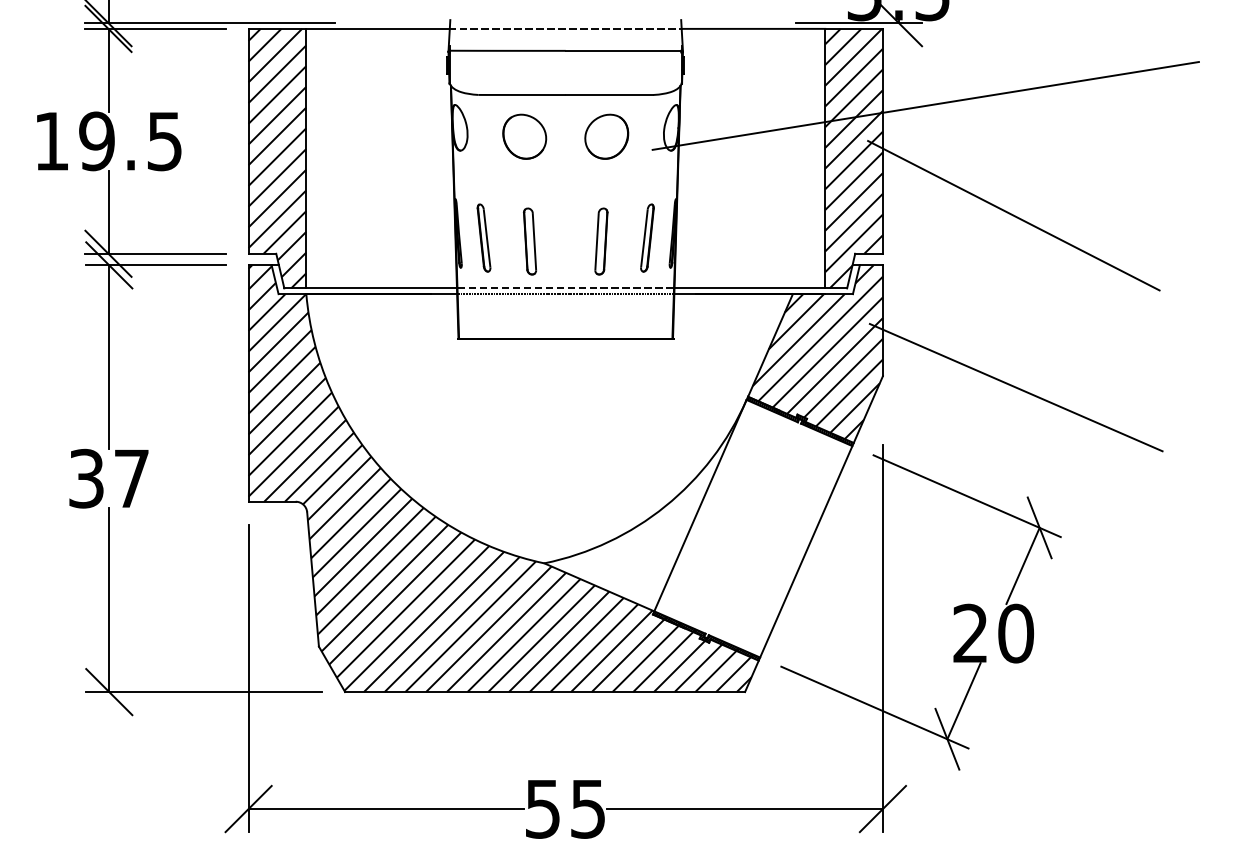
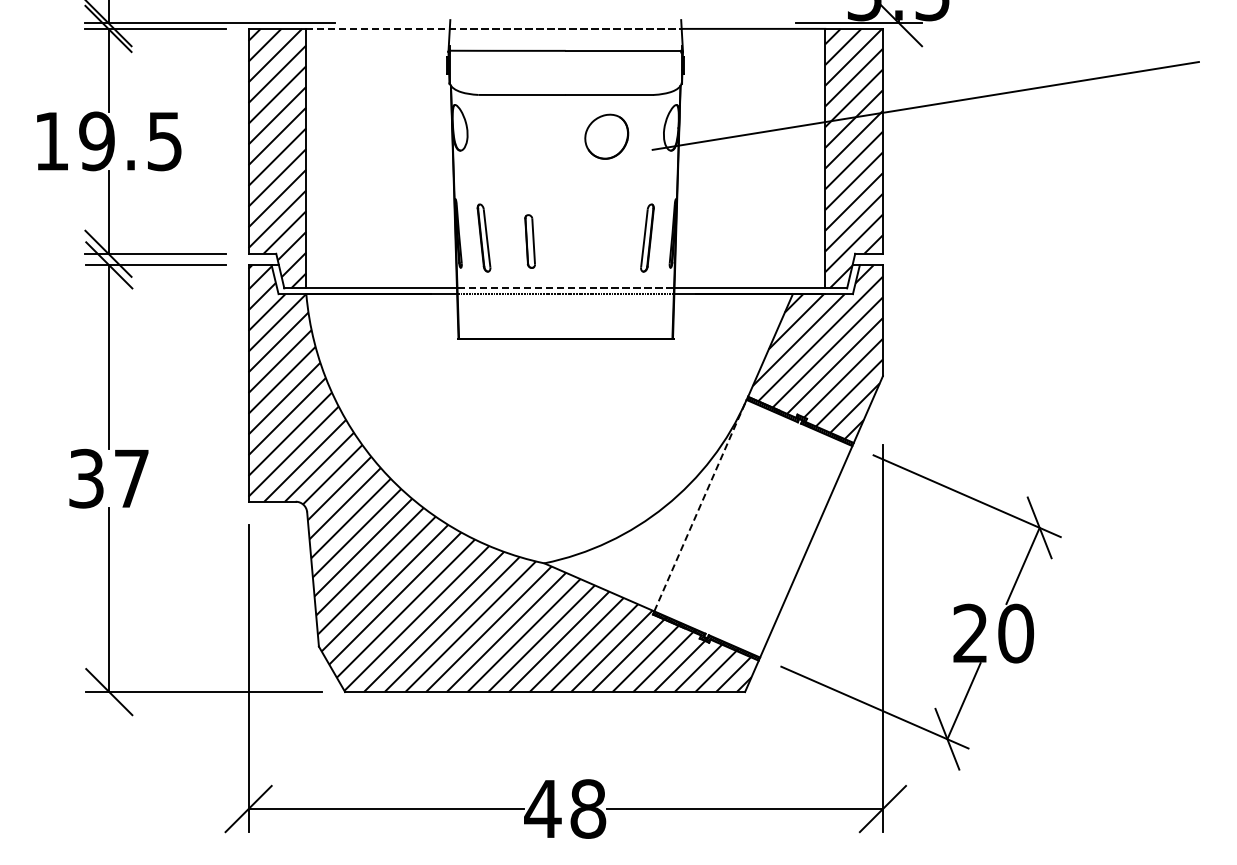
line at (377, 28): solid -> dashed
part at (524, 136): present -> none
line at (1013, 215): present -> none
part at (530, 241) size: 15x69 px -> 12x55 px
part at (601, 241): present -> none
line at (1015, 387): present -> none
line at (700, 505): solid -> dashed
text at (565, 808): 55 -> 48
